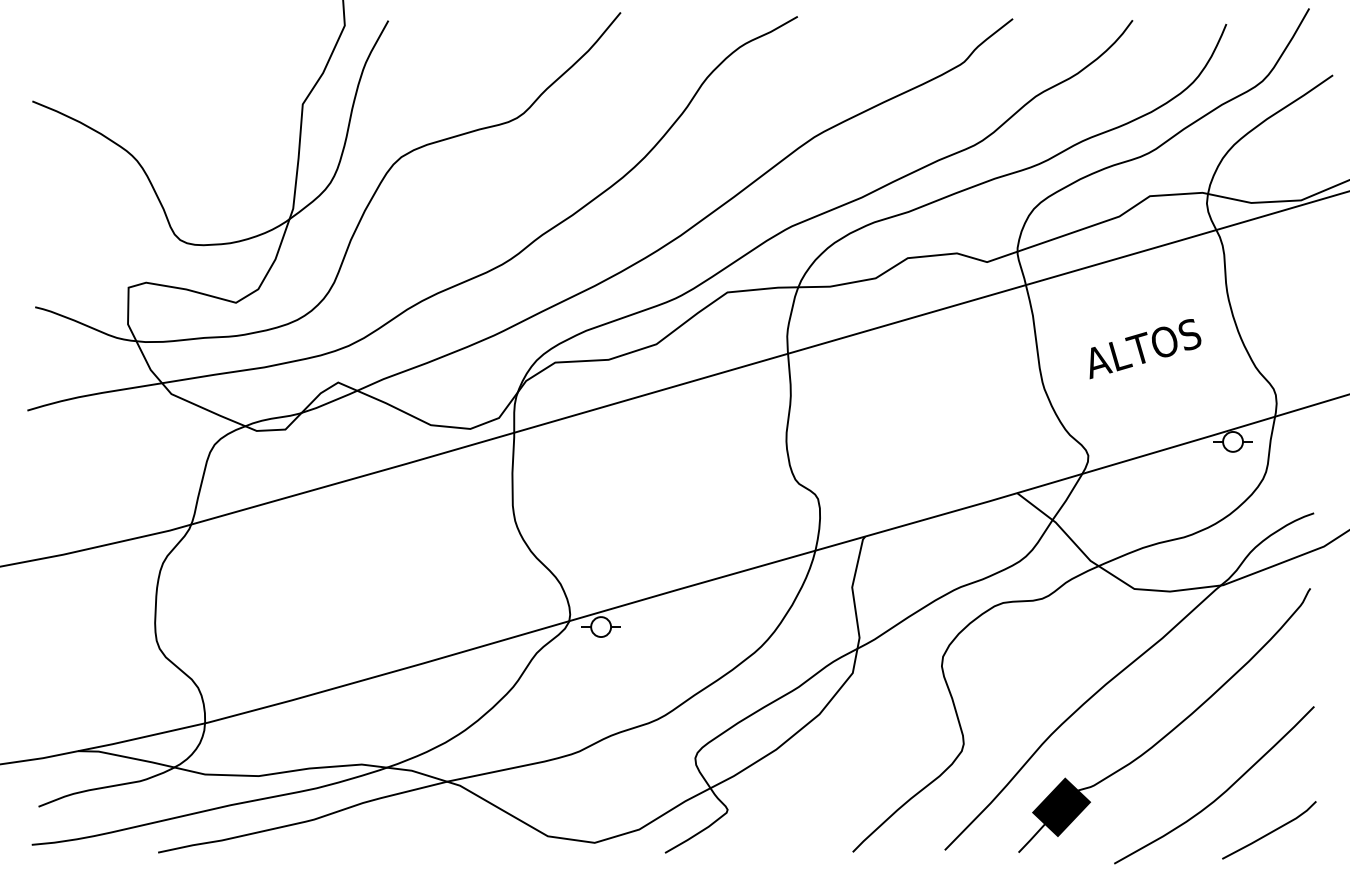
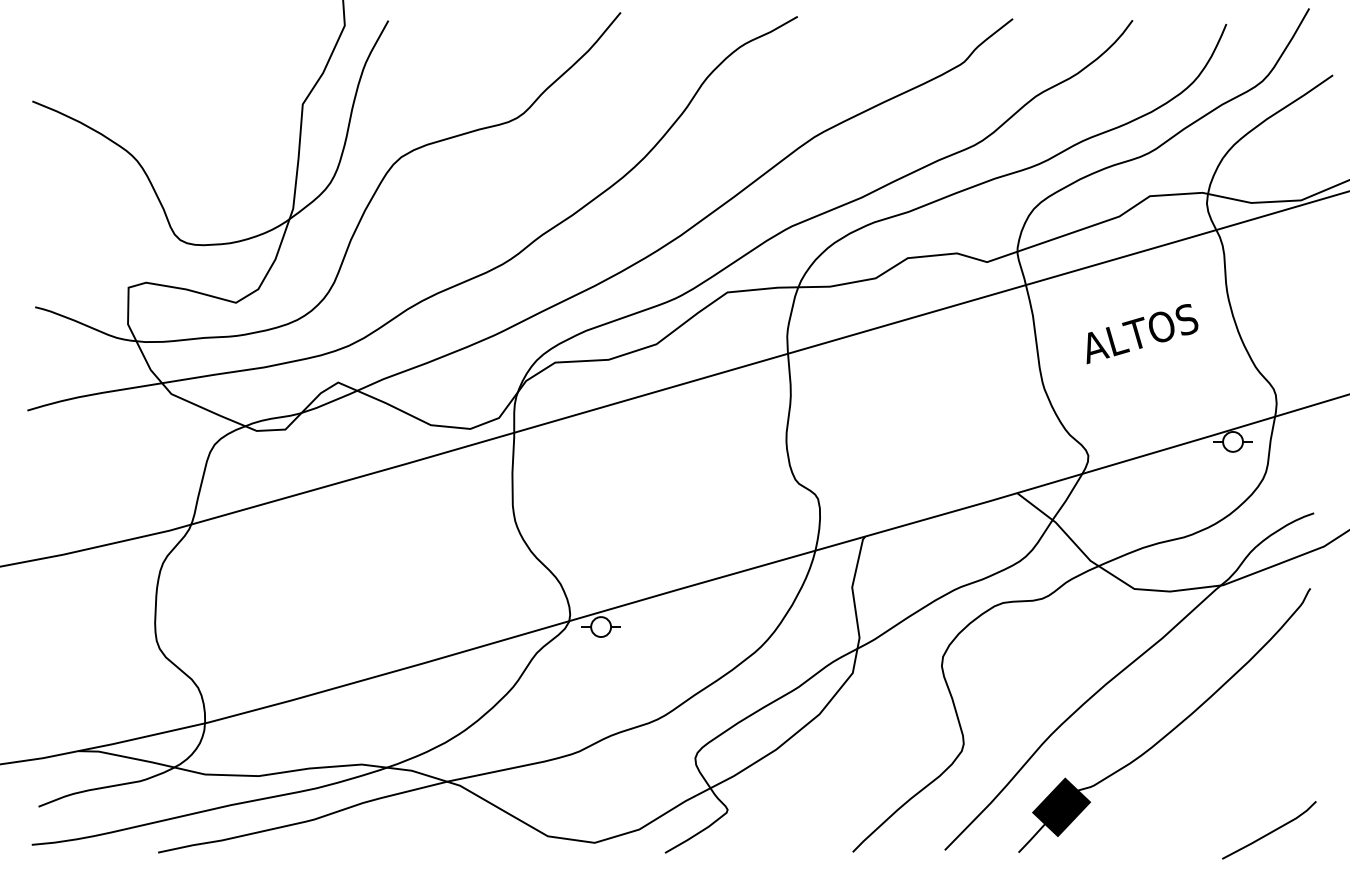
text at (1145, 349) position: (1145, 349) -> (1142, 334)
curve at (1221, 793): present -> none
